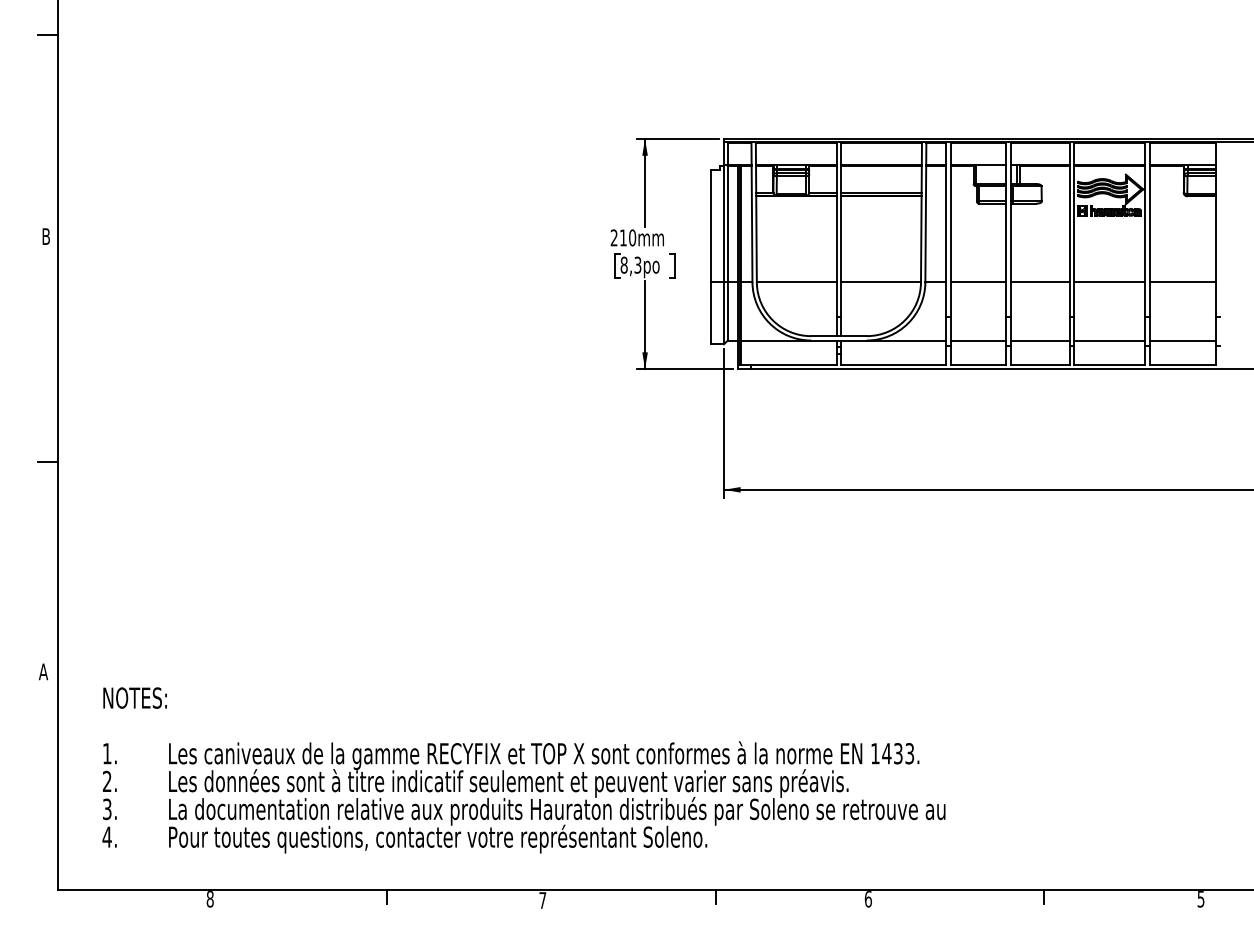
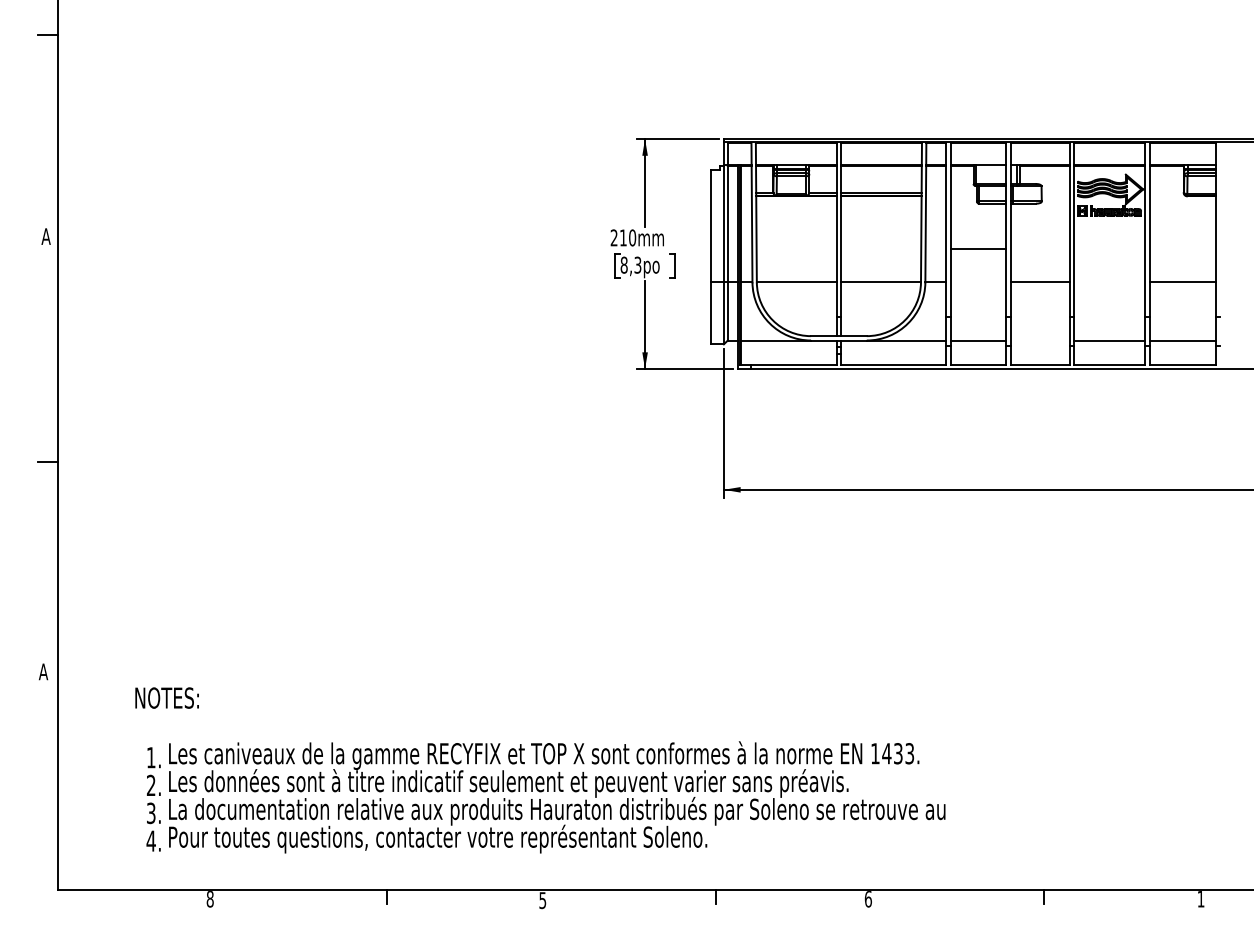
text at (45, 236): B -> A
line at (978, 282) position: (978, 282) -> (978, 249)
line at (1109, 282): present -> none
line at (1039, 340): present -> none
text at (134, 697) position: (134, 697) -> (166, 697)
text at (109, 795) position: (109, 795) -> (153, 799)
text at (1200, 899): 5 -> 1
text at (542, 900): 7 -> 5
